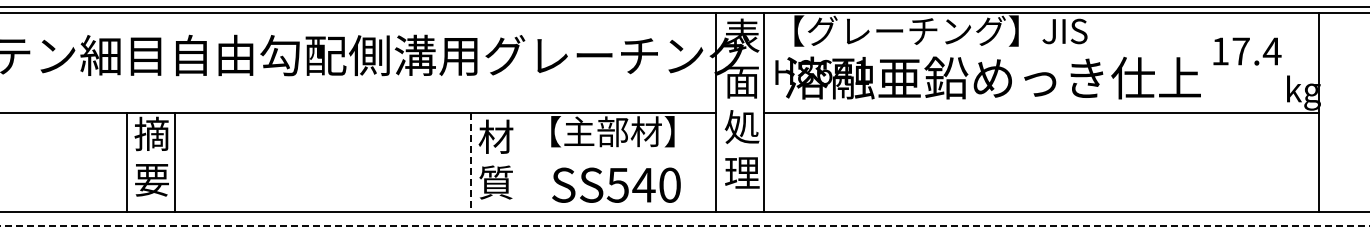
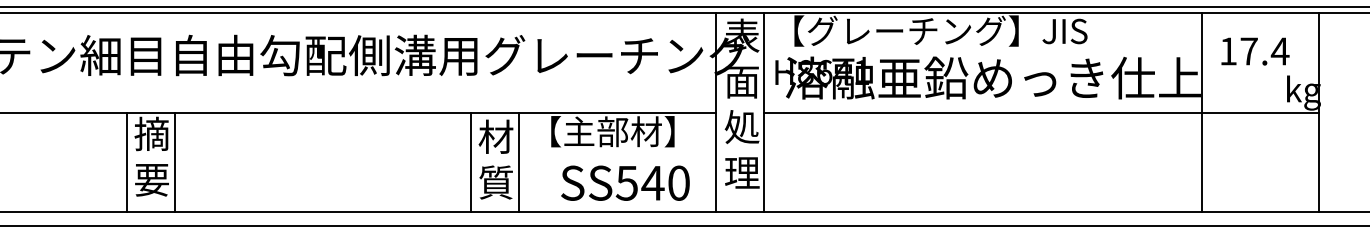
text at (1247, 51) position: (1247, 51) -> (1255, 51)
line at (1202, 112): none -> present
line at (470, 162): dashed -> solid
line at (518, 162): none -> present
text at (616, 184) position: (616, 184) -> (625, 182)
line at (685, 226): dashed -> solid
